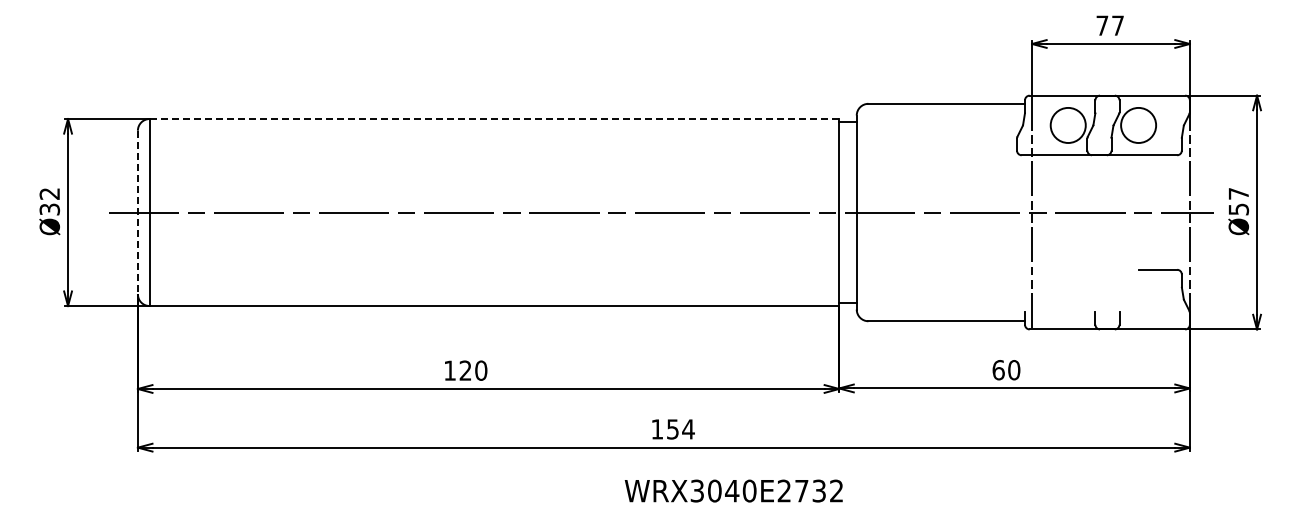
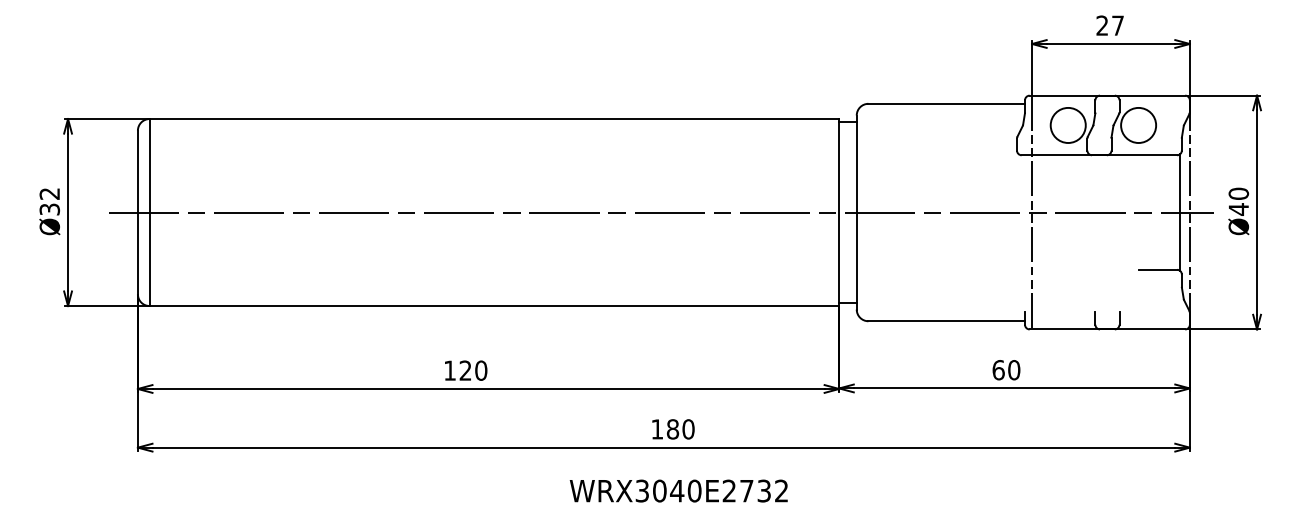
text at (1102, 25): 77 -> 27
line at (494, 119): dashed -> solid
text at (1238, 201): Ø57 -> Ø40
line at (137, 212): dashed -> solid
line at (1179, 212): none -> present
text at (680, 429): 154 -> 180
text at (733, 490) position: (733, 490) -> (678, 490)
